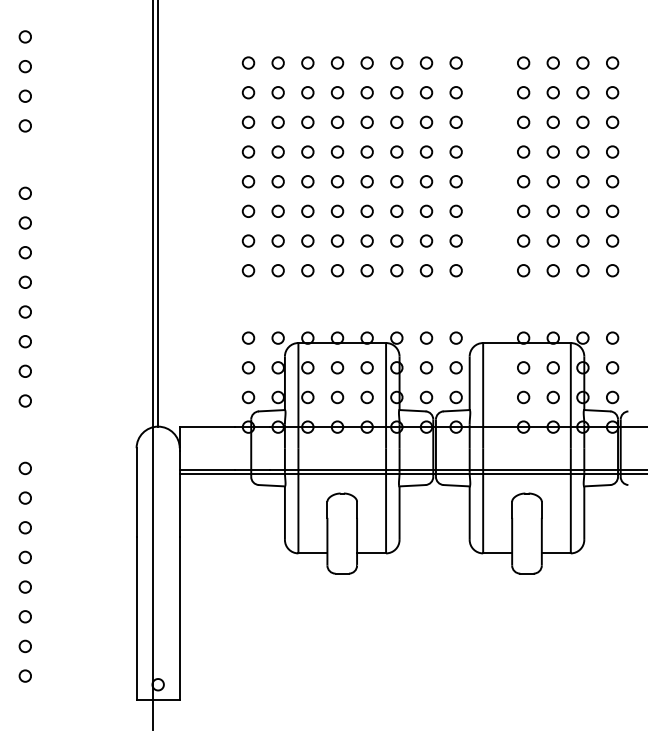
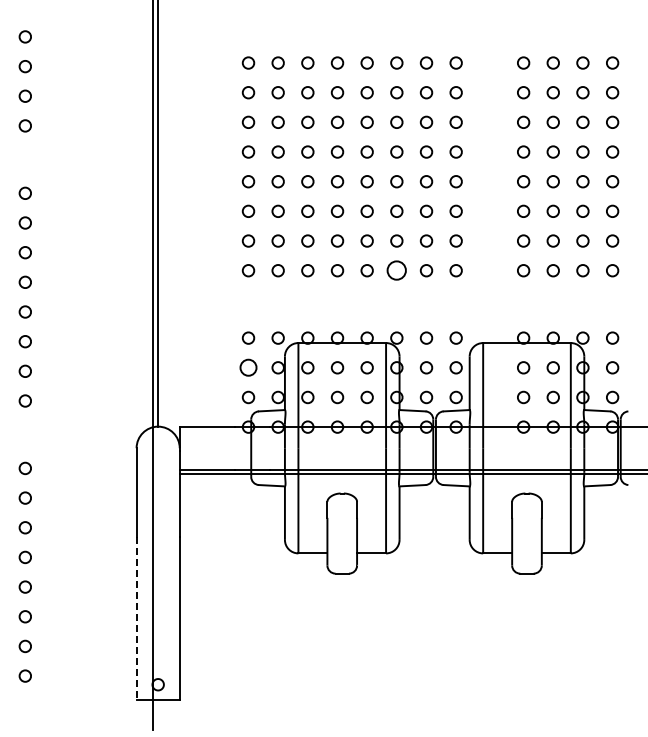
circle at (396, 270) size: 14x14 px -> 21x21 px
circle at (248, 367) size: 15x14 px -> 19x19 px
line at (136, 618): solid -> dashed
